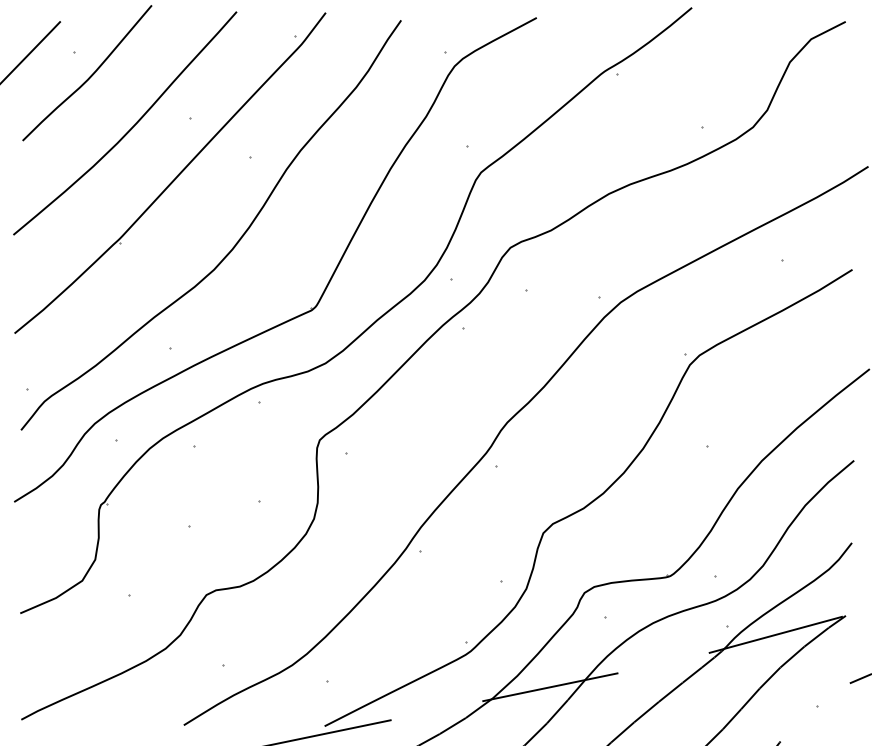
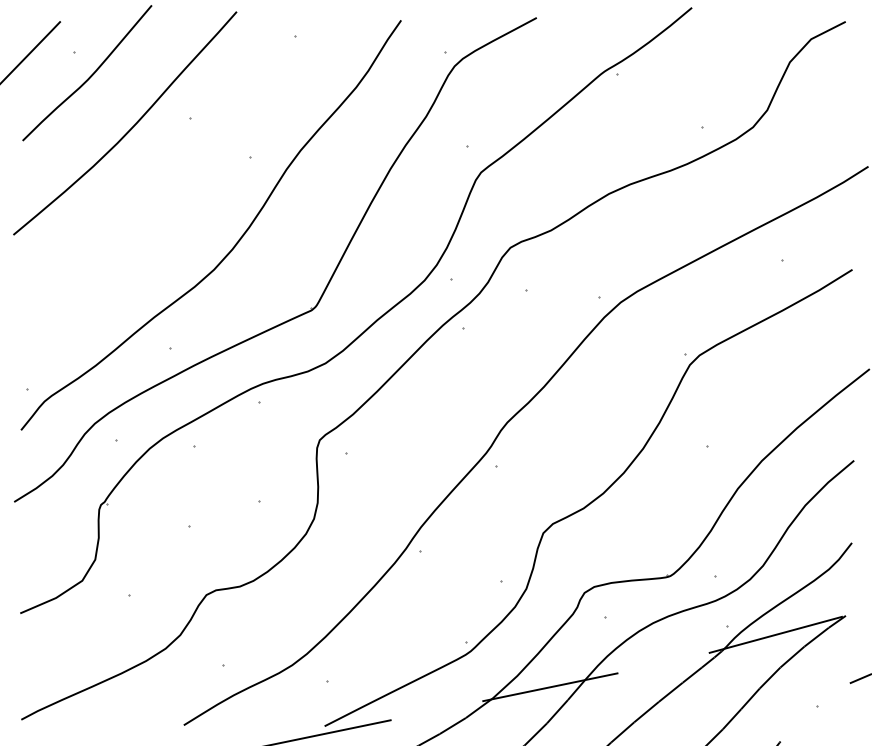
part at (175, 177): present -> none
